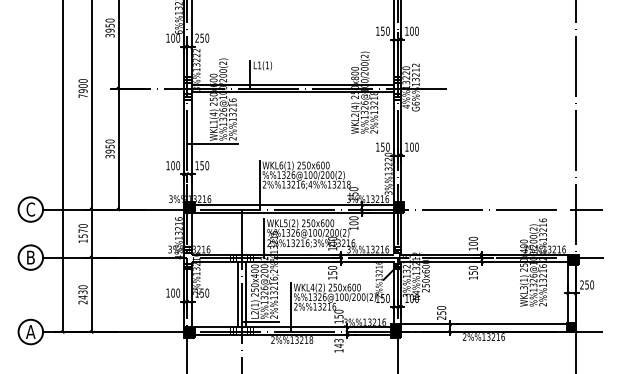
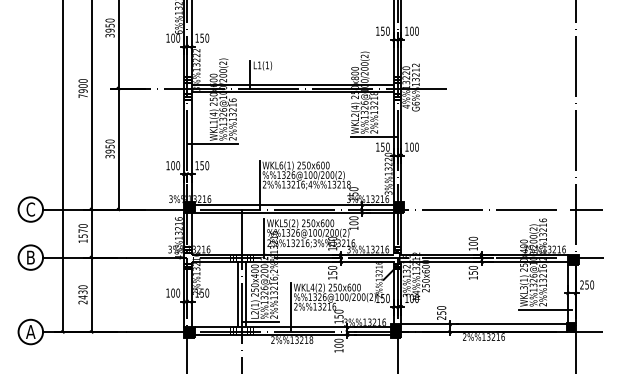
text at (196, 37): 250 -> 150
line at (373, 136): none -> present
line at (545, 309): none -> present
text at (338, 342): 143 -> 100
